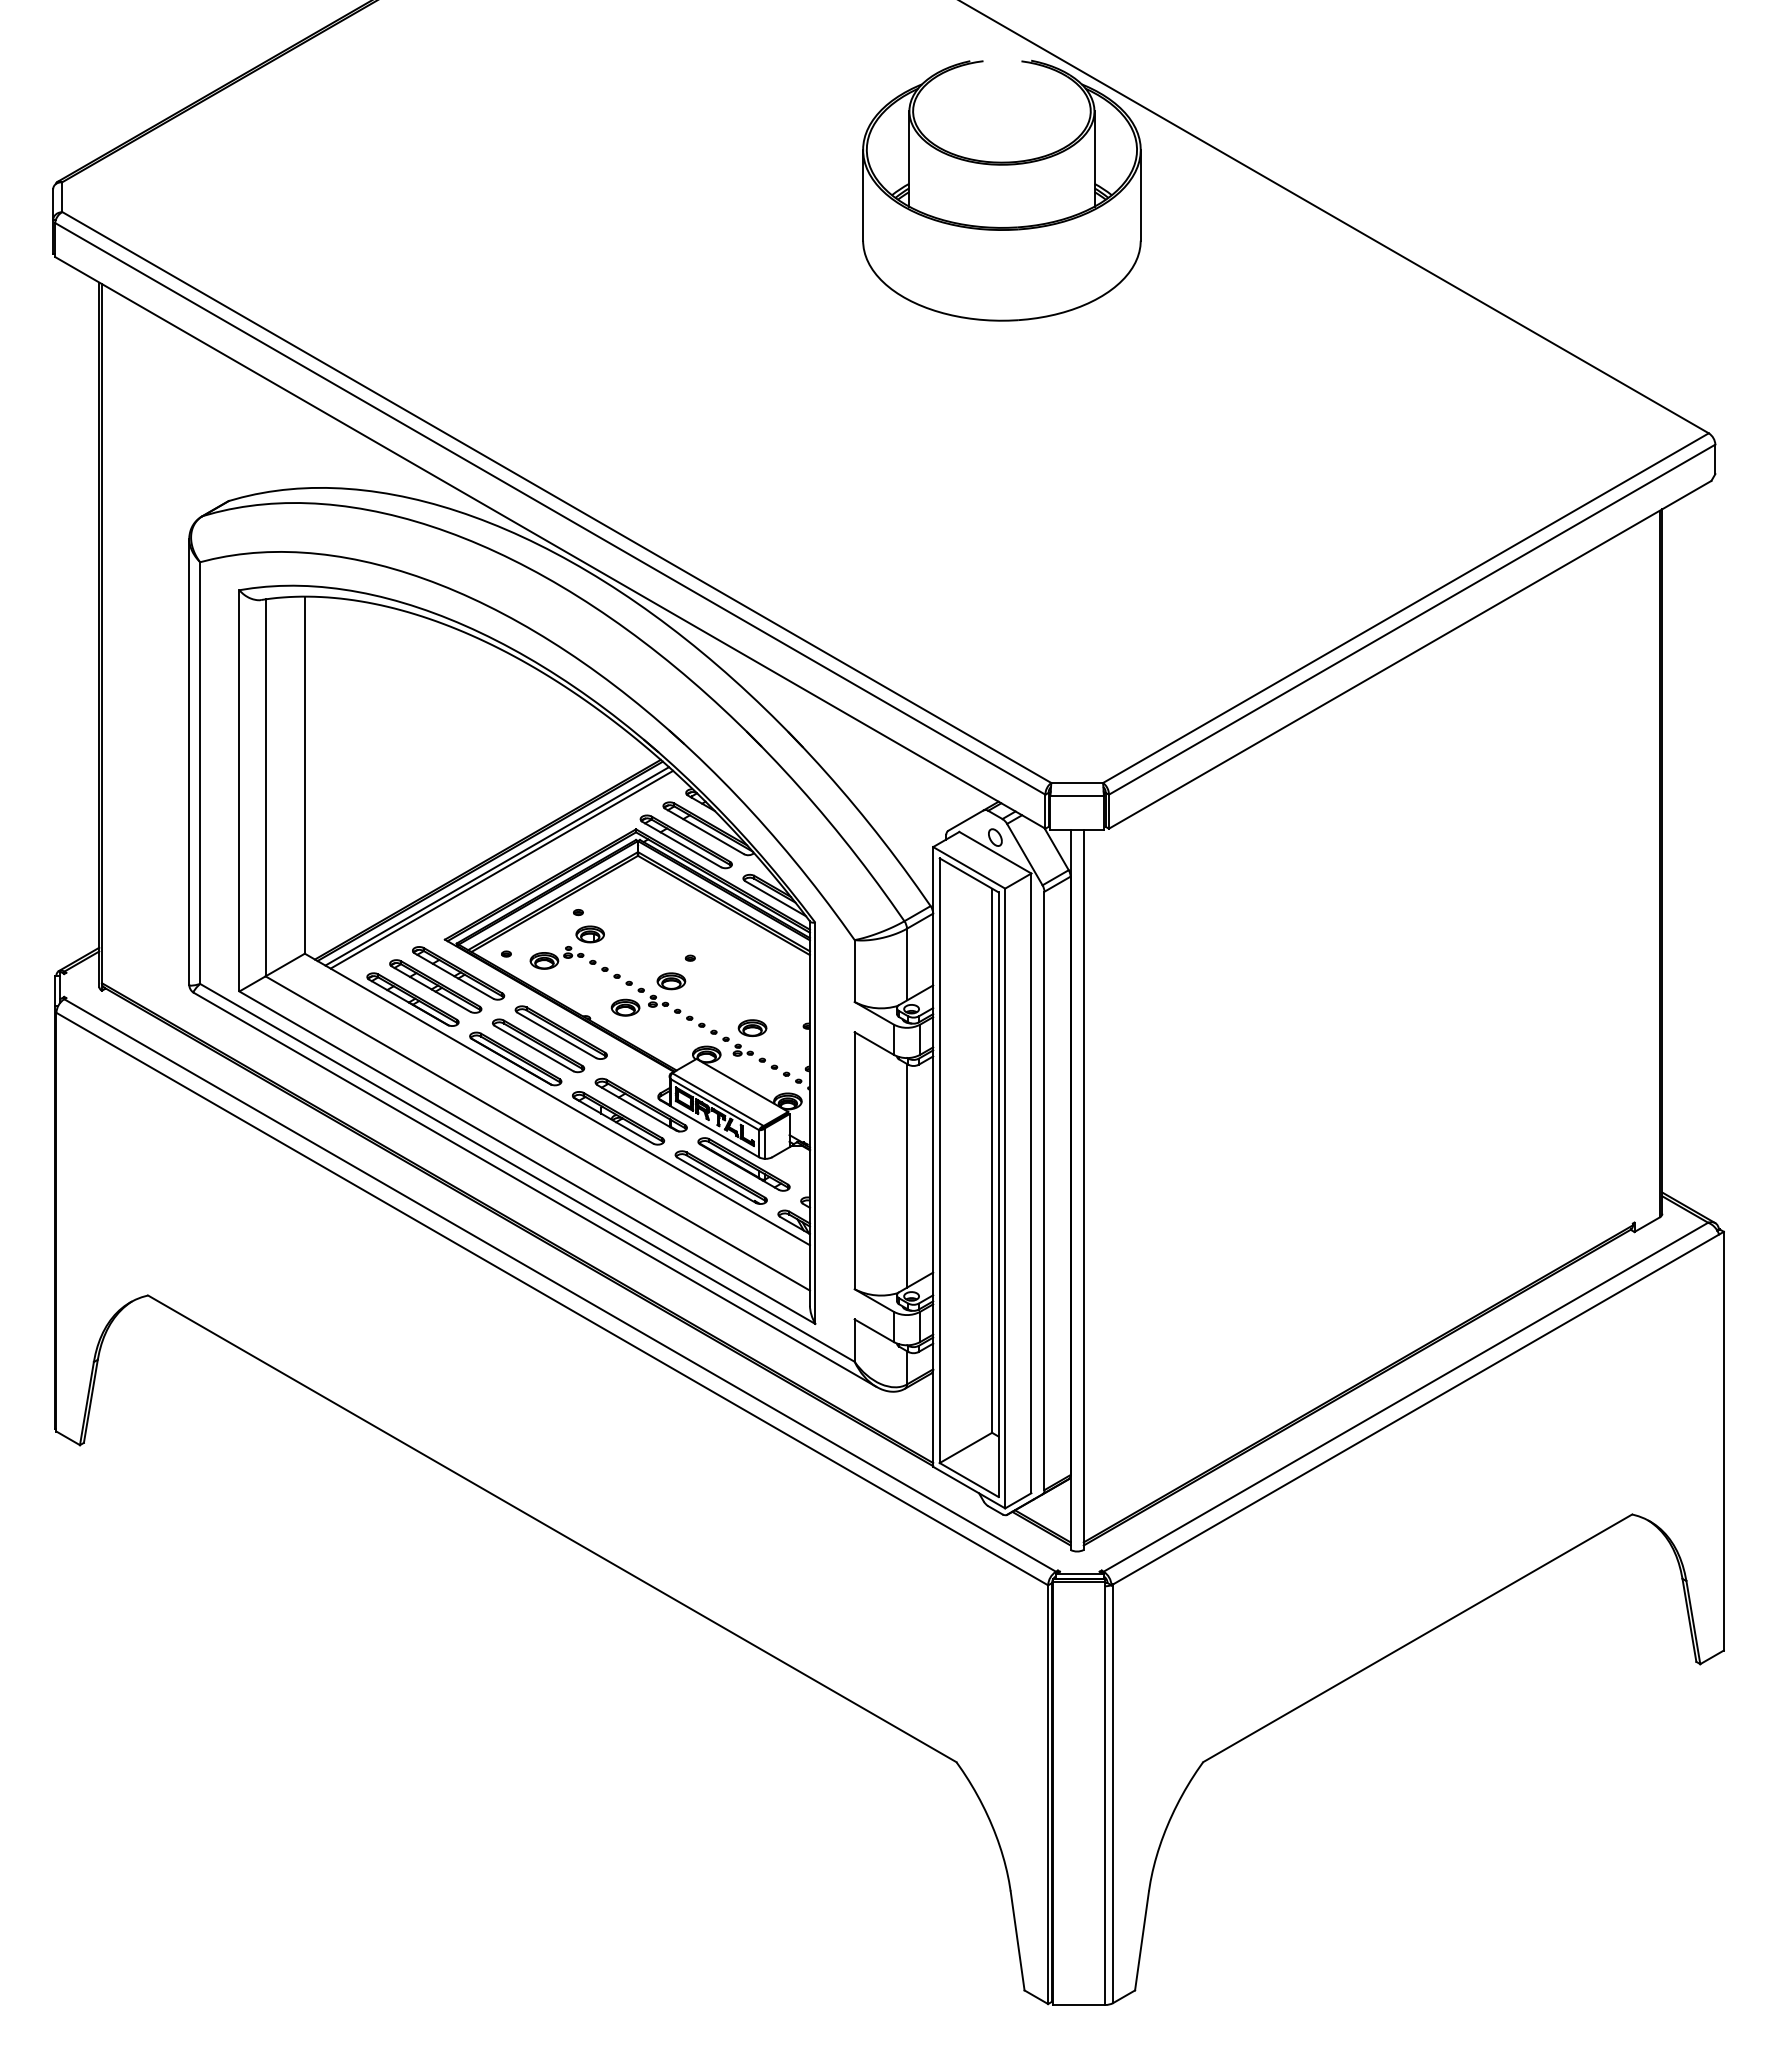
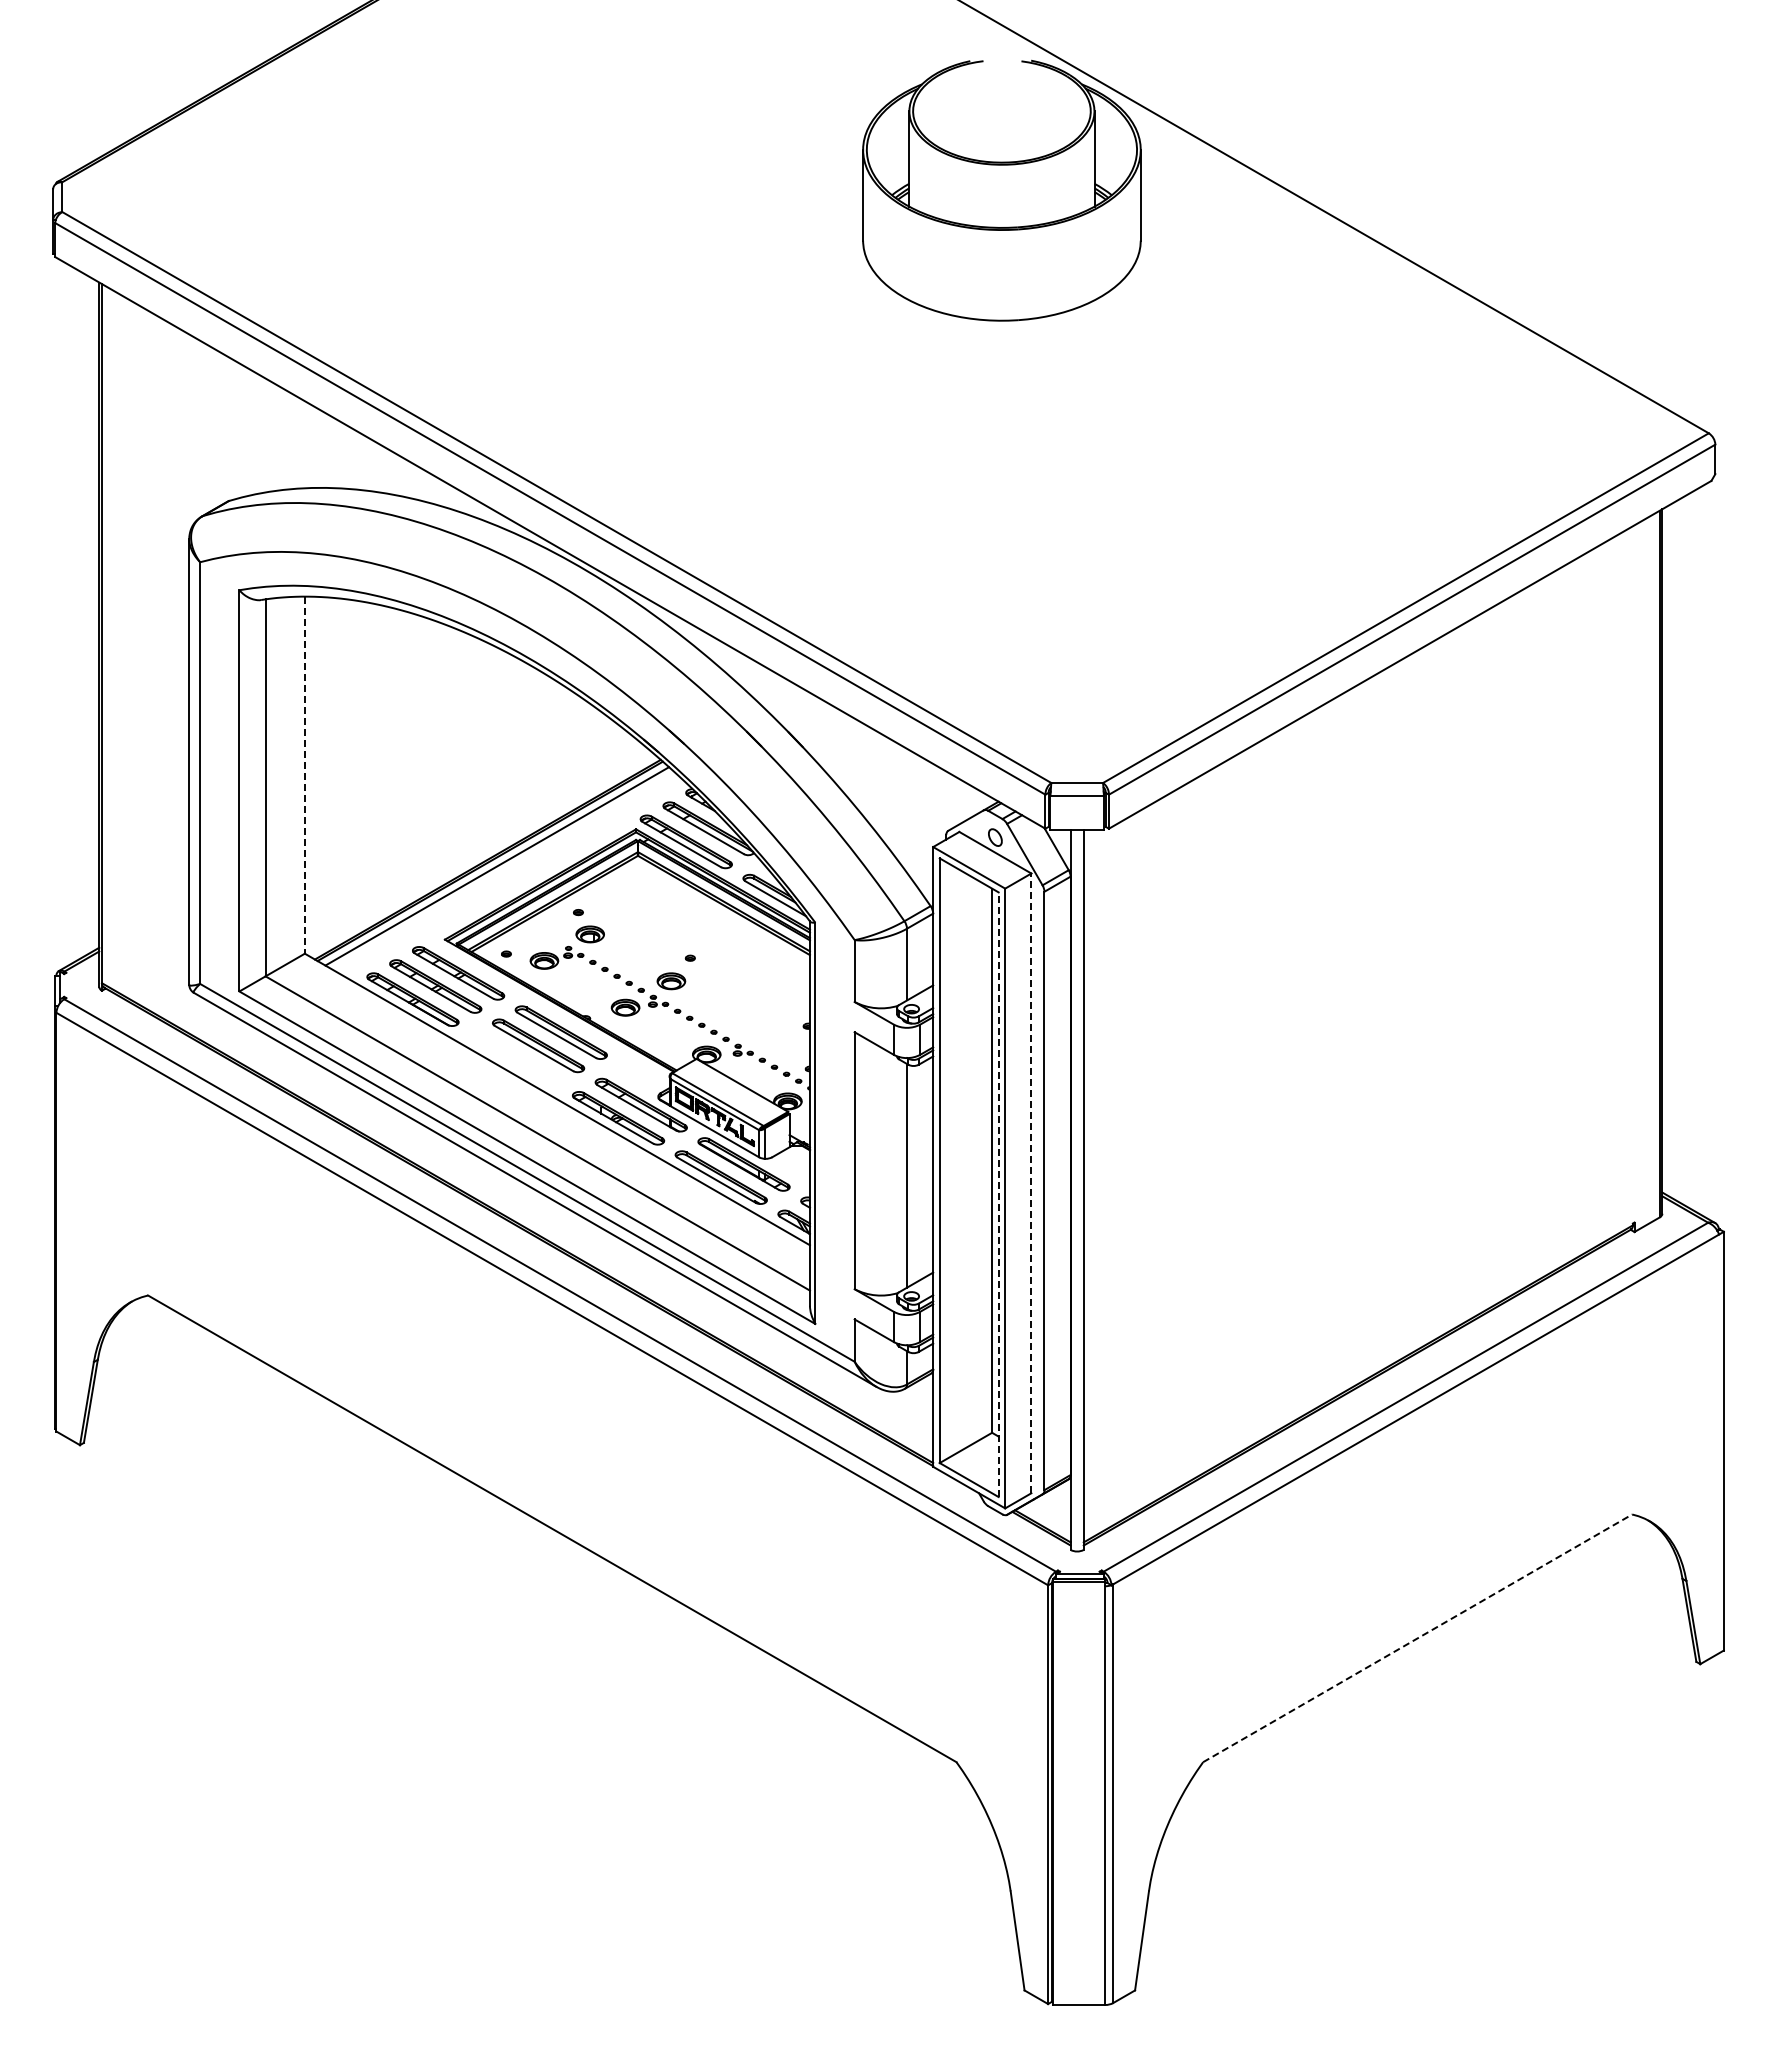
line at (304, 775): solid -> dashed
line at (501, 869): present -> none
part at (752, 1027): present -> none
part at (515, 1058): present -> none
line at (1031, 1183): solid -> dashed
line at (998, 1194): solid -> dashed
line at (1417, 1638): solid -> dashed
